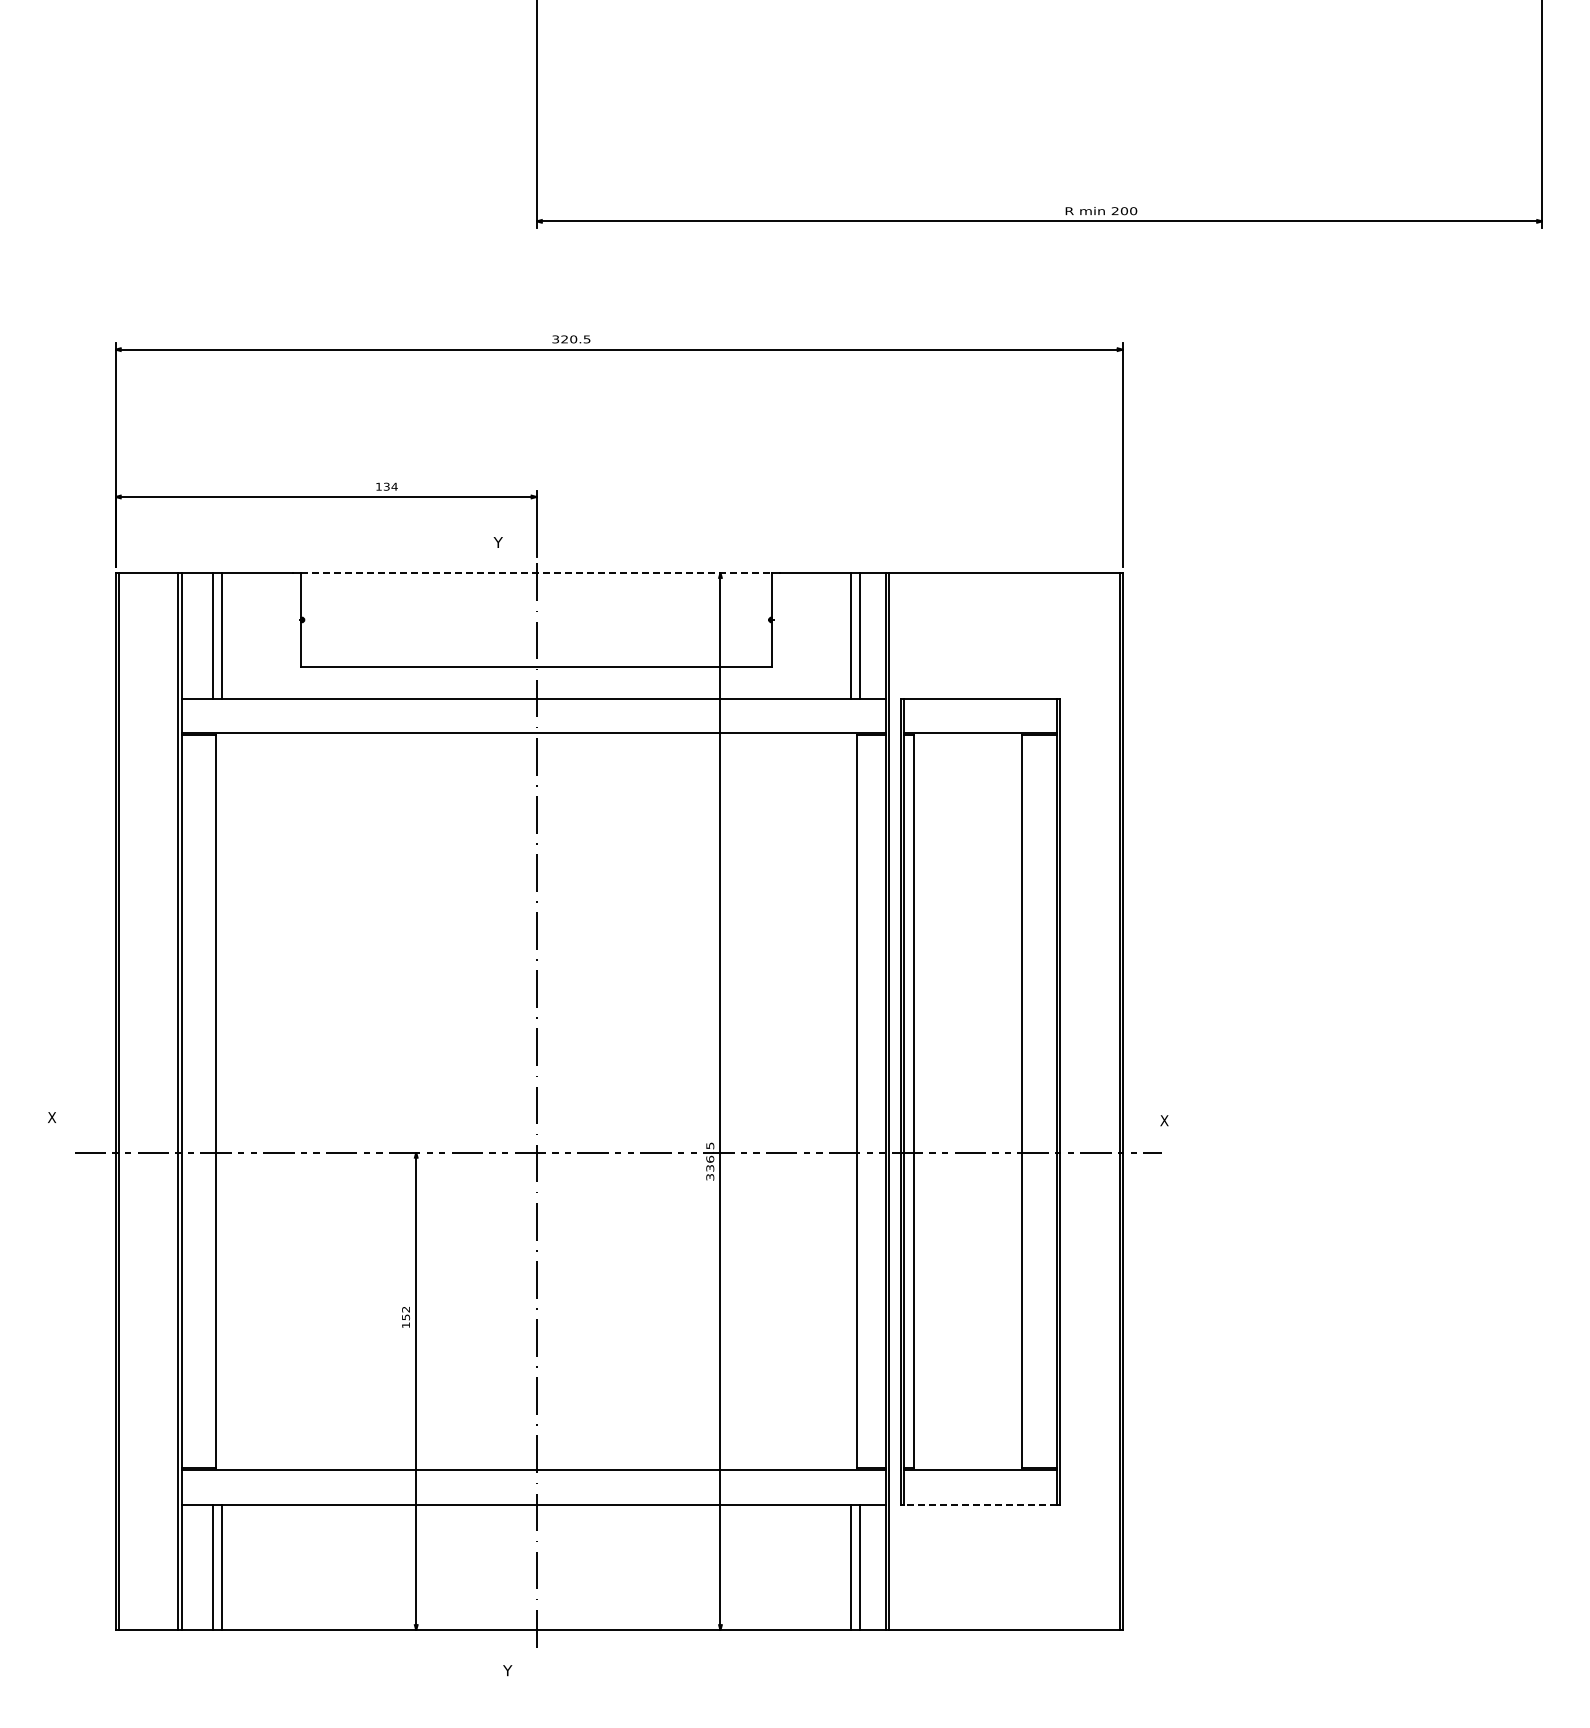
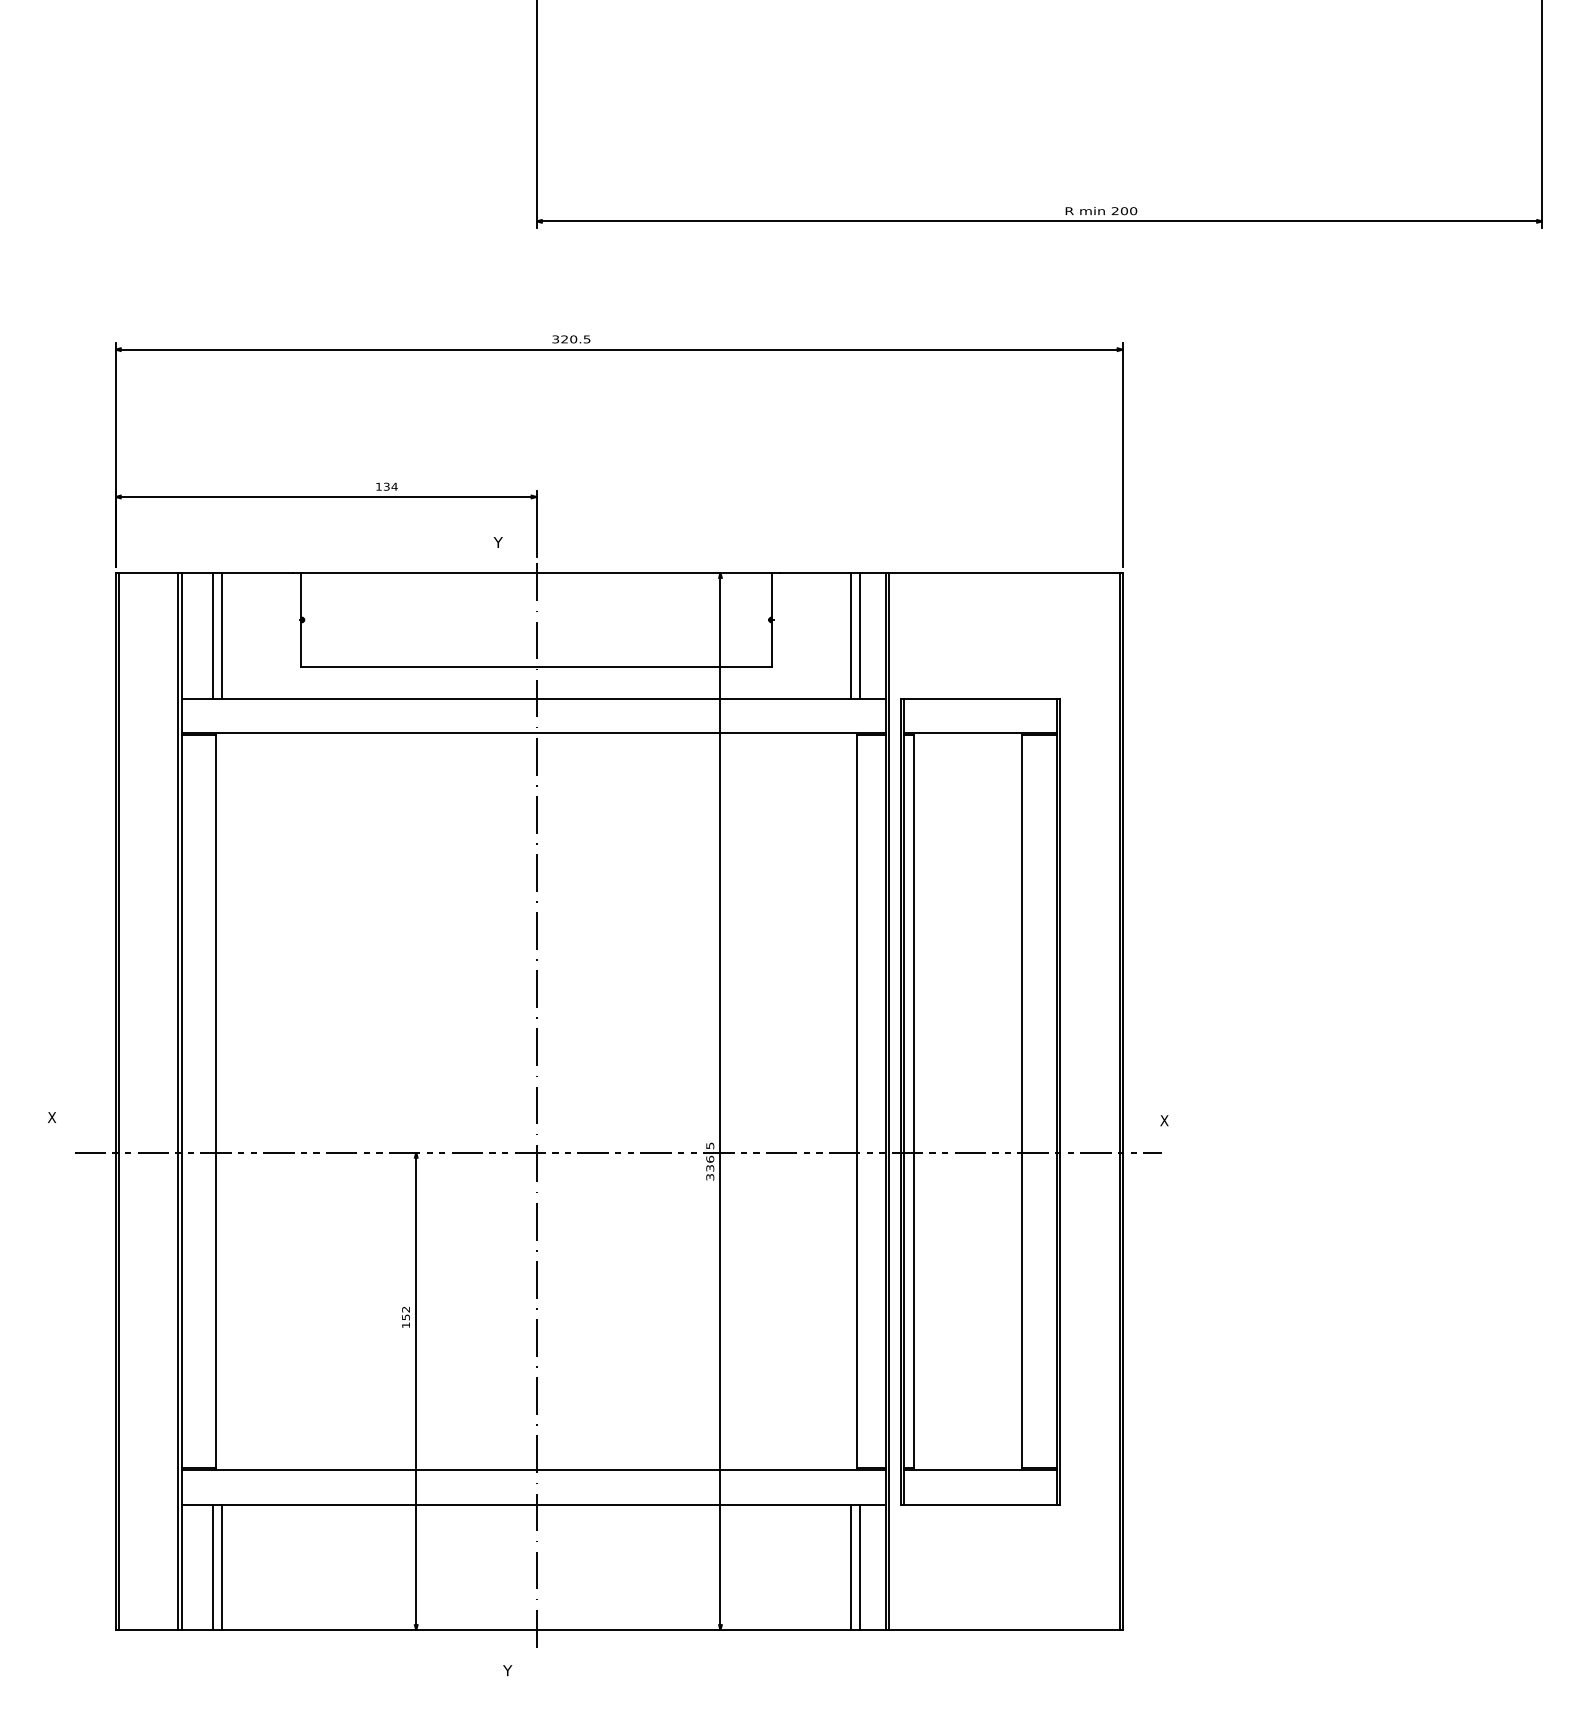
line at (536, 572): dashed -> solid
line at (980, 1504): dashed -> solid
